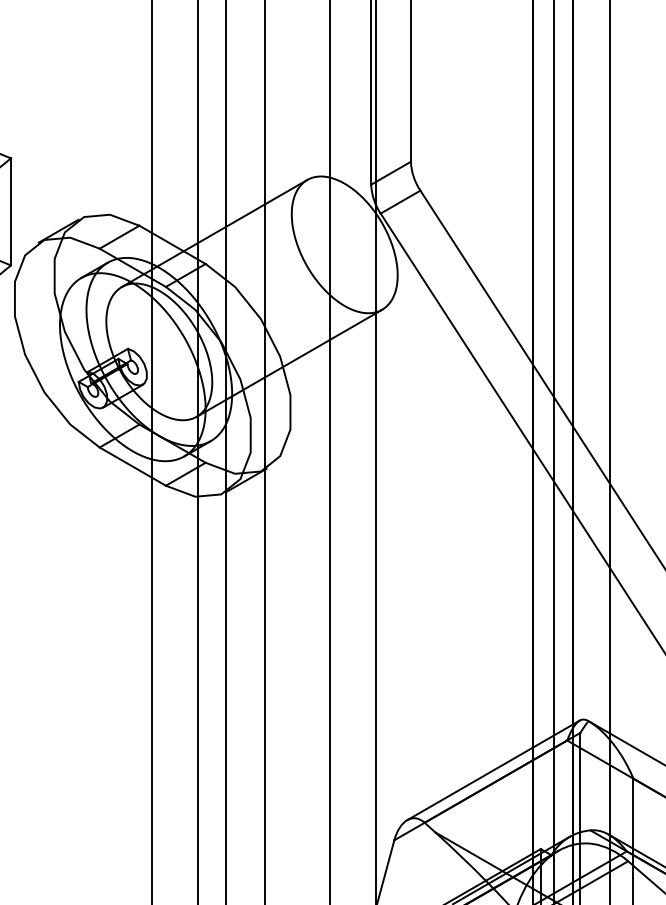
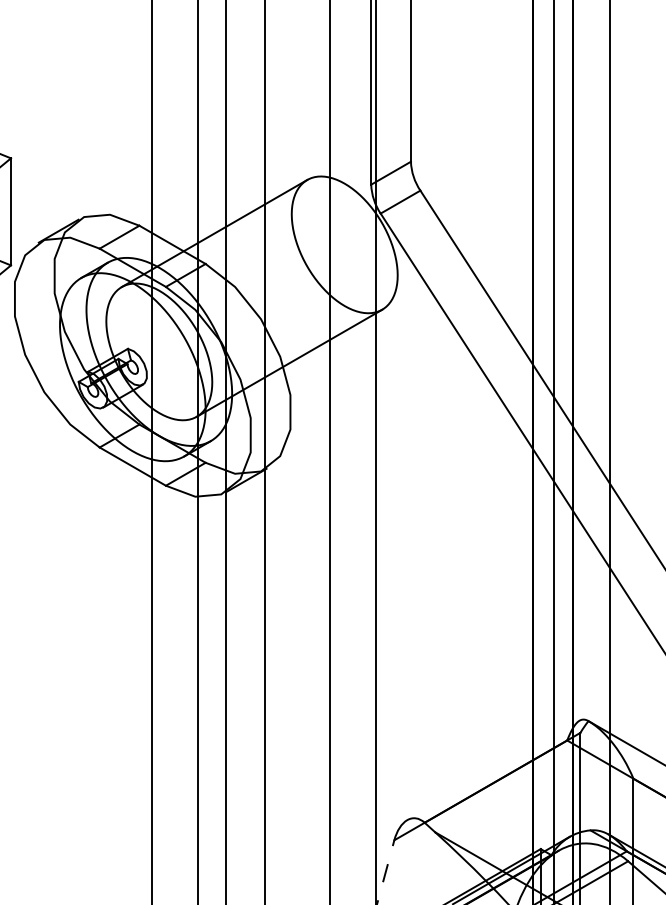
line at (493, 770): present -> none
line at (385, 872): solid -> dashed
